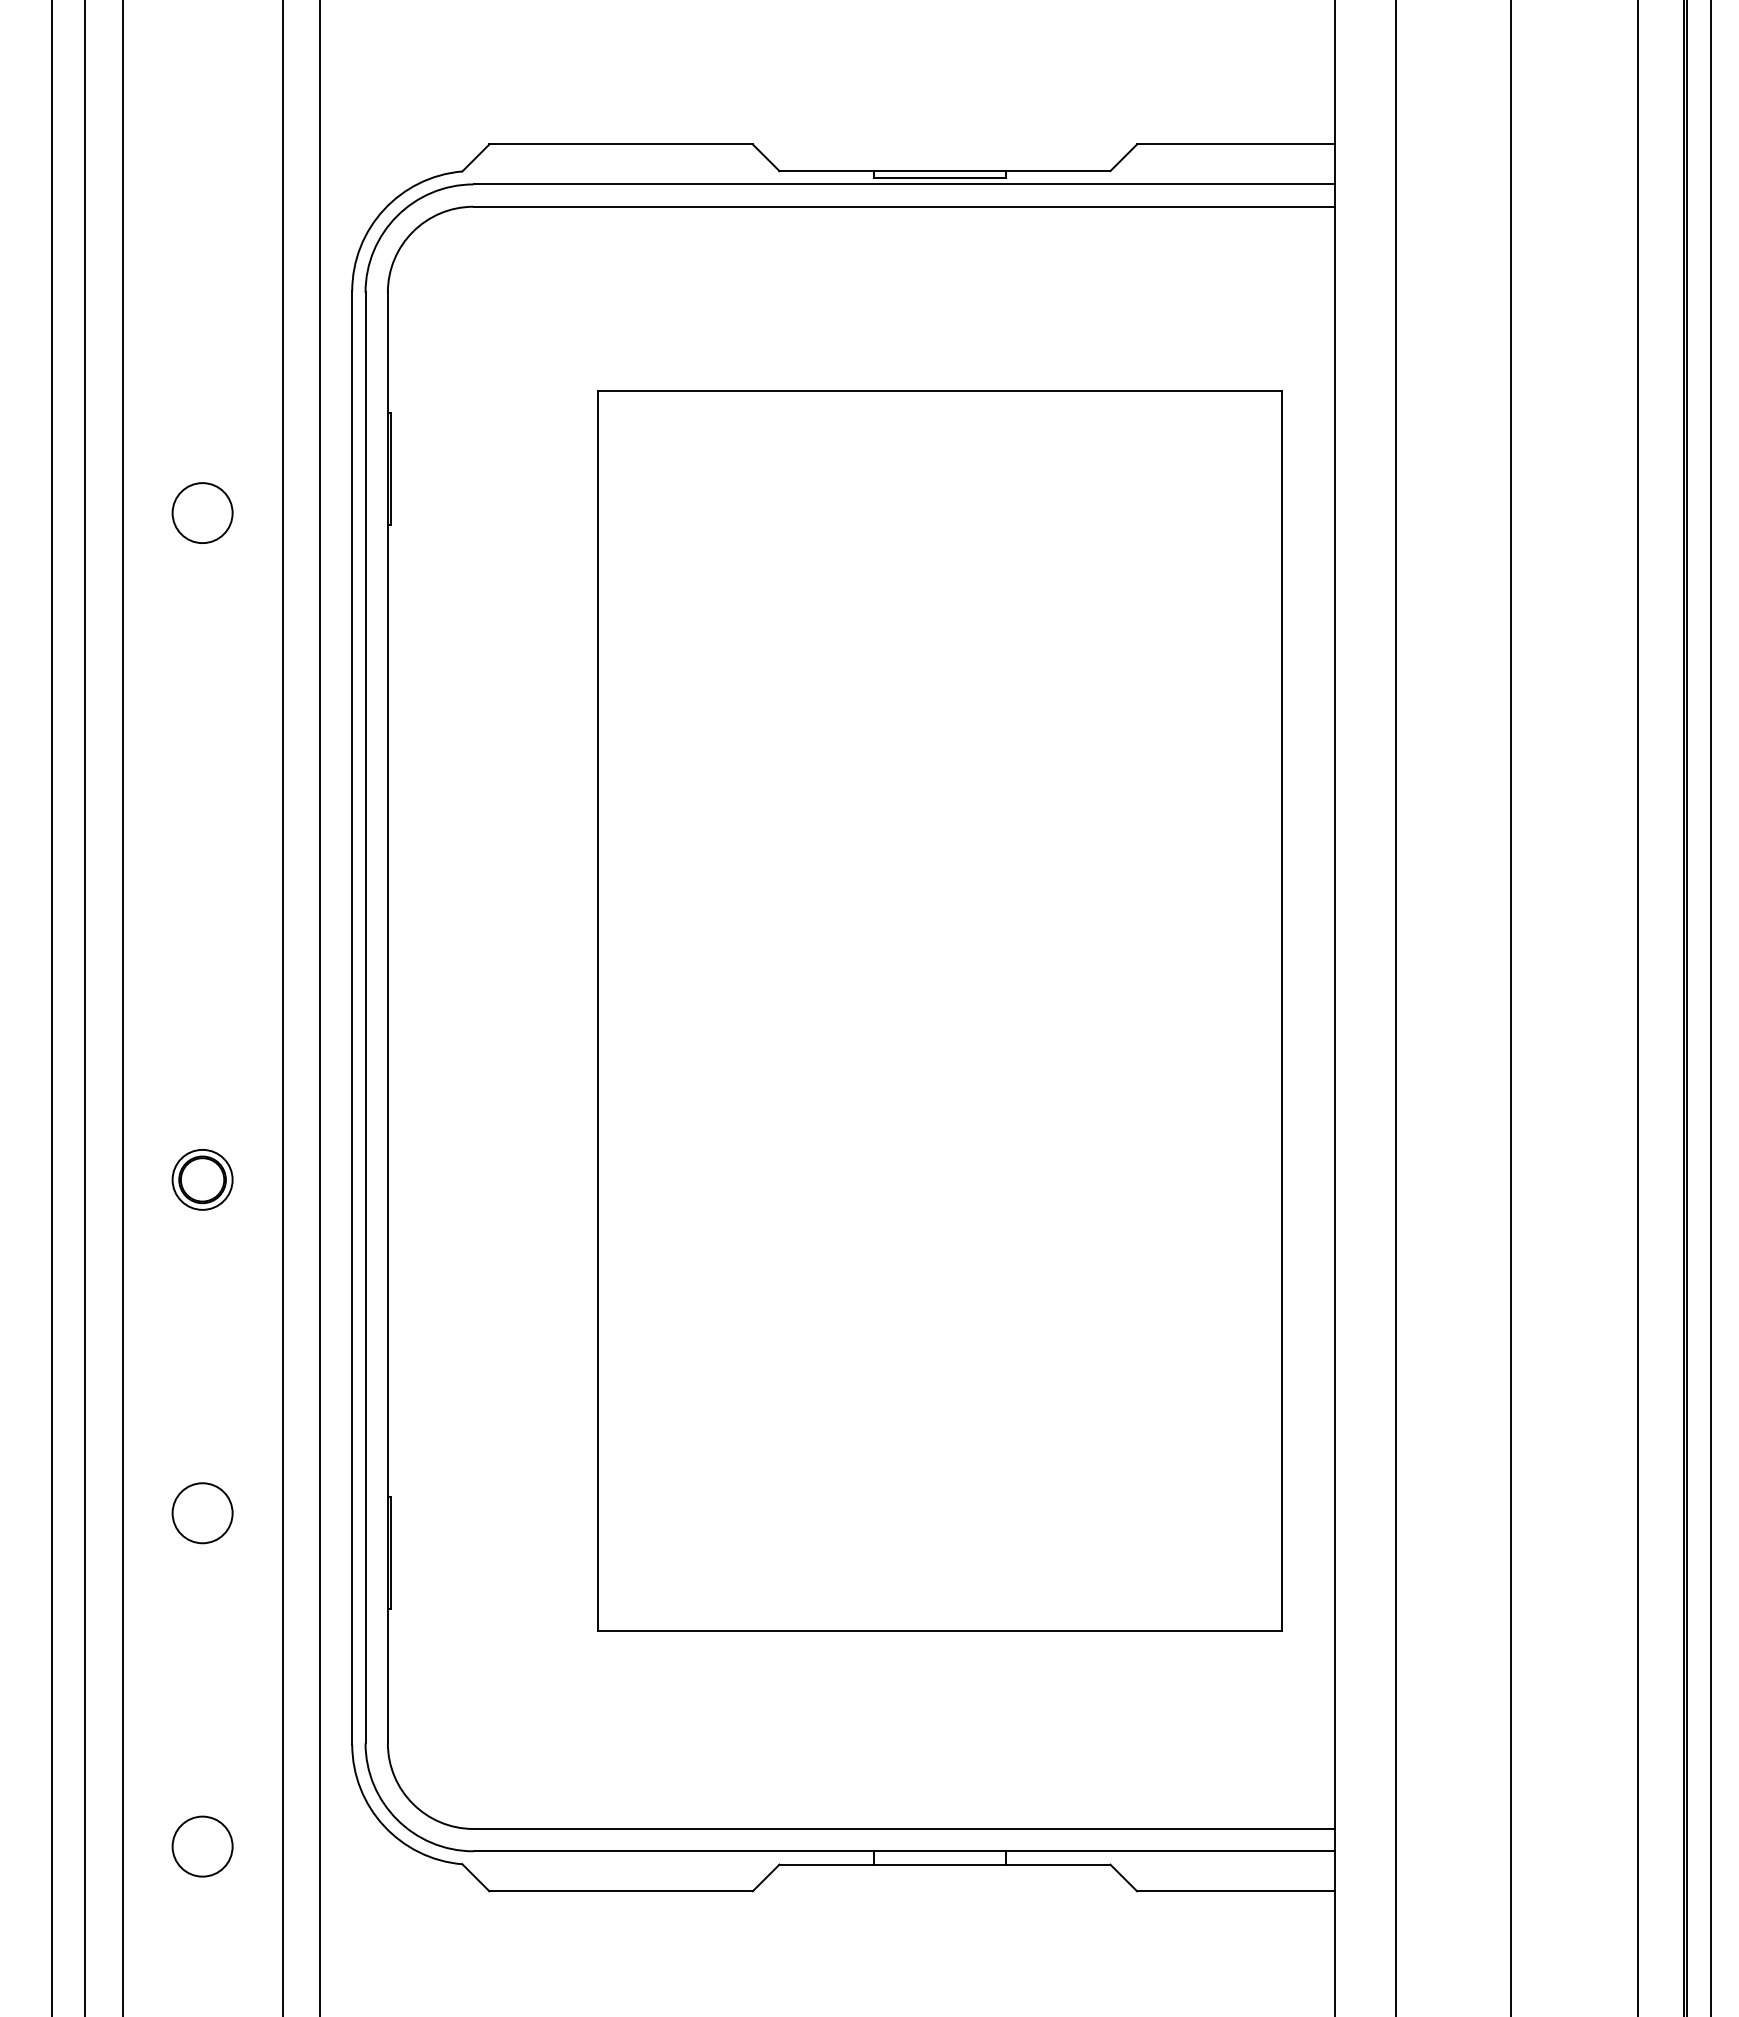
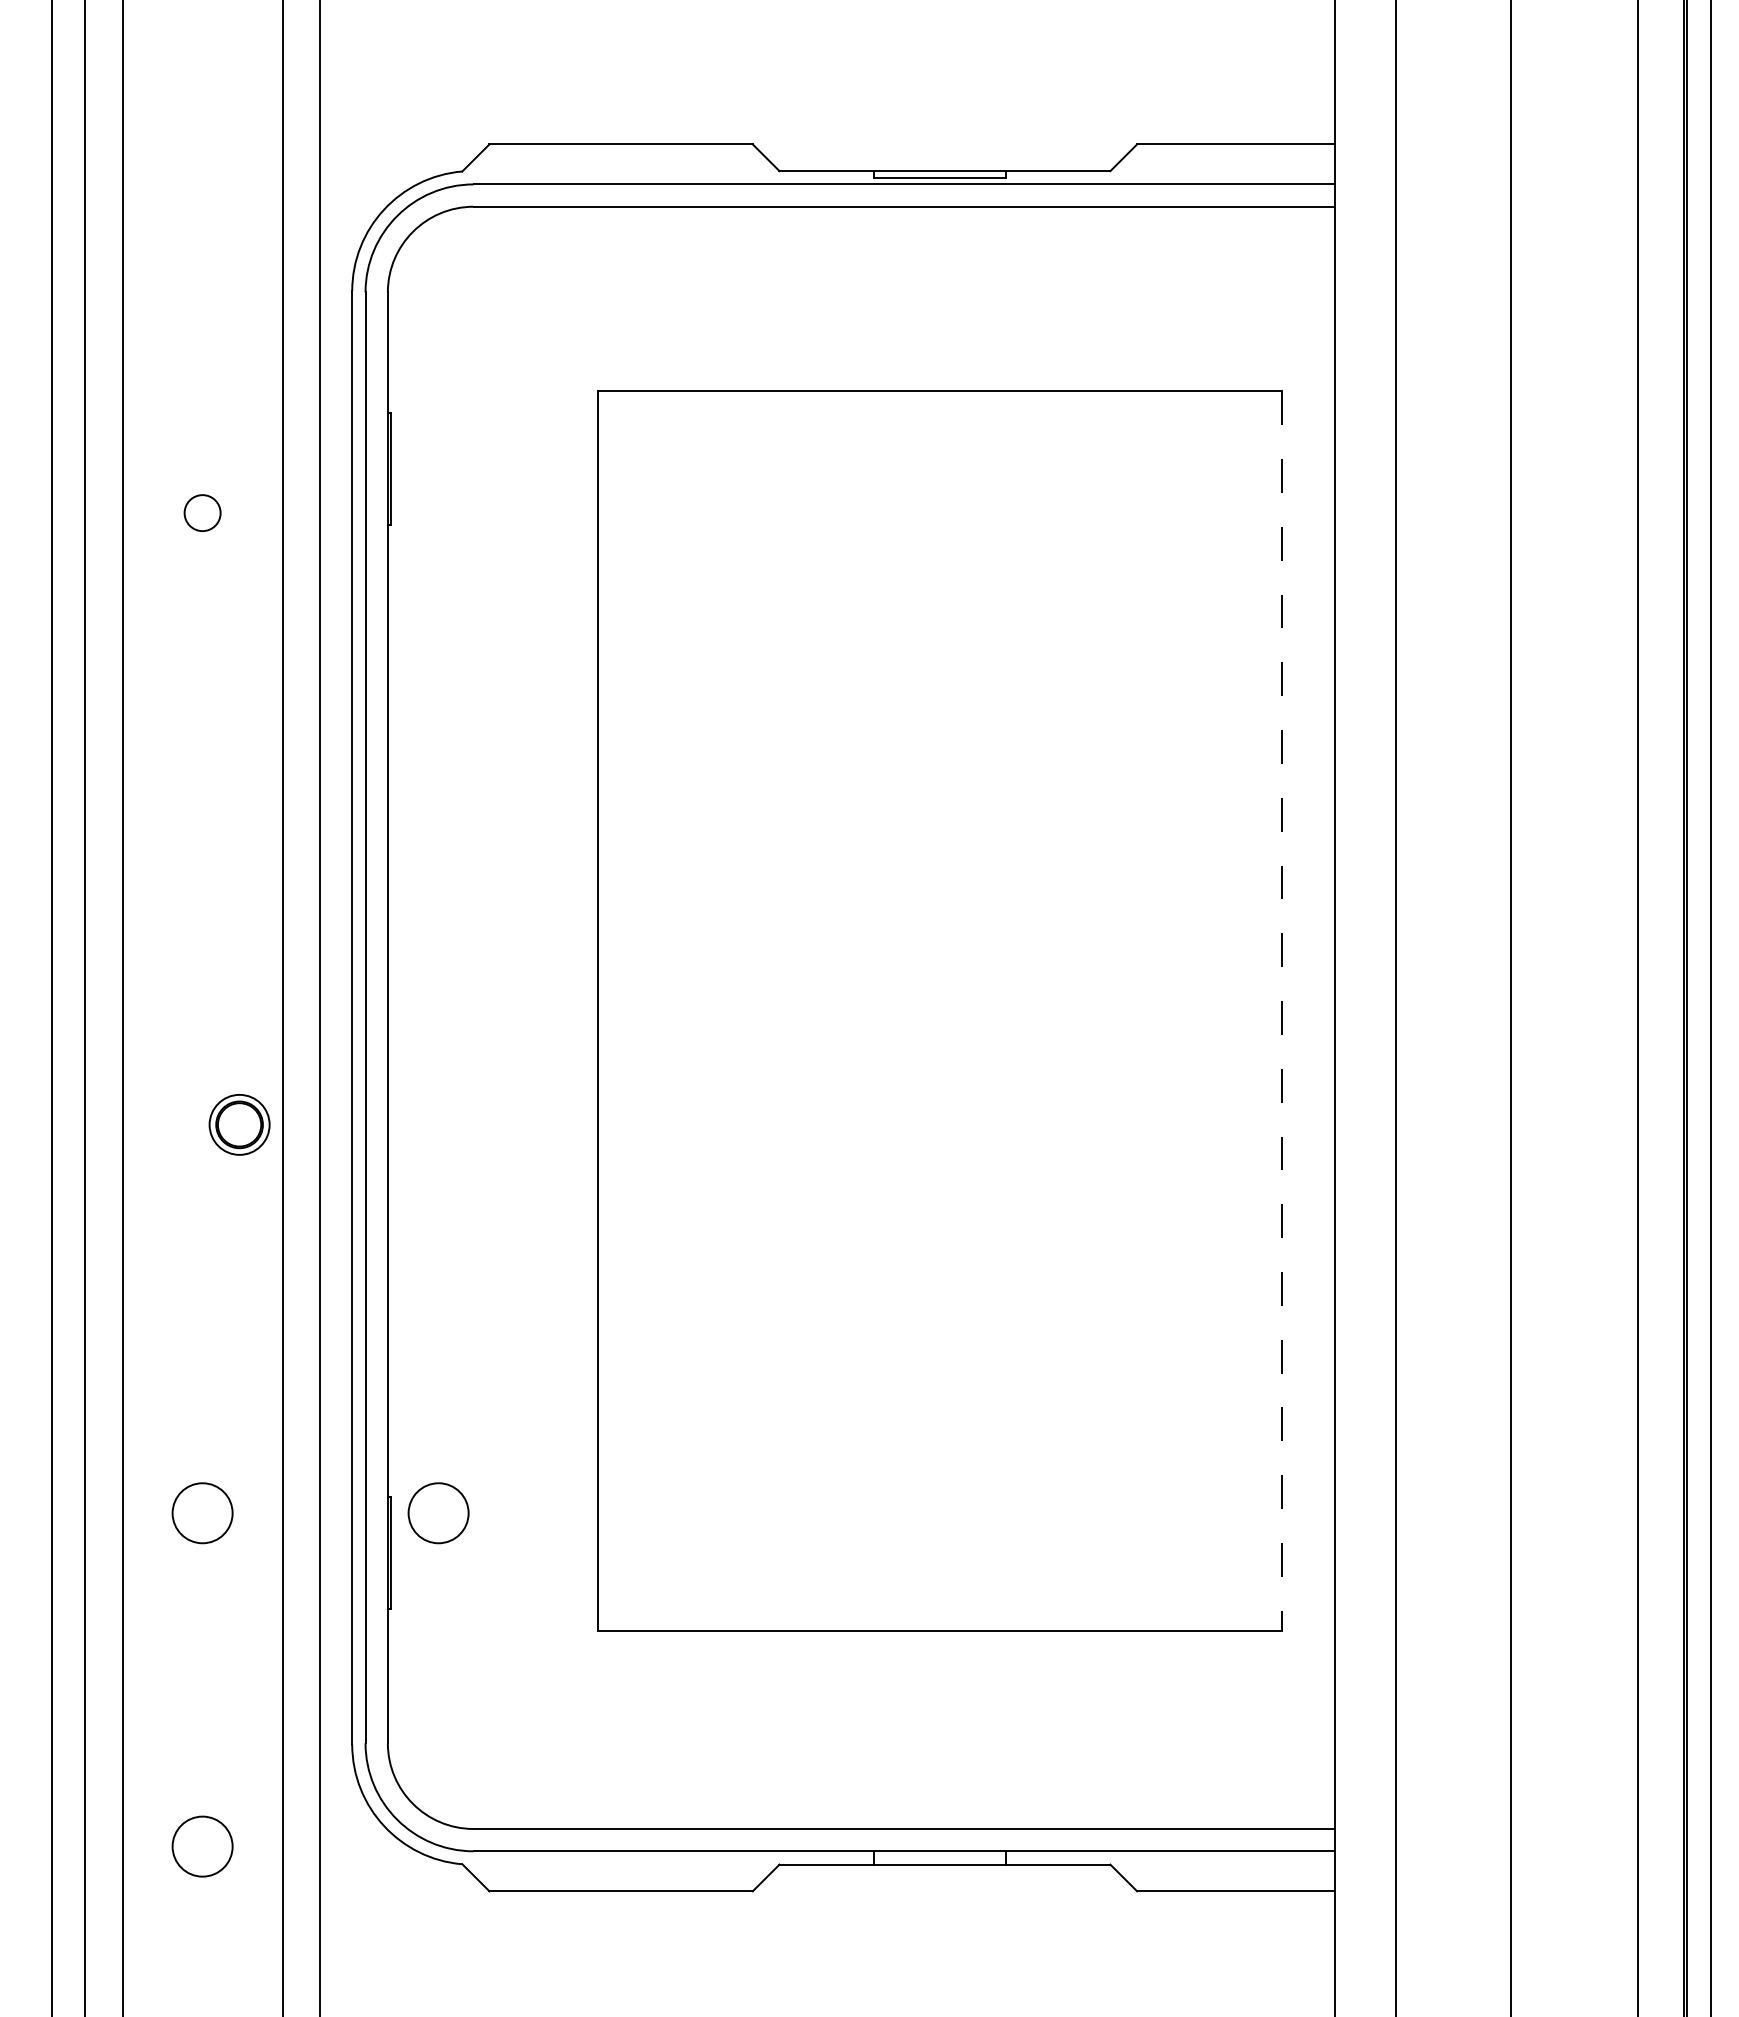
circle at (202, 513) diameter: 60 px -> 36 px
line at (1282, 1011): solid -> dashed
part at (202, 1179) position: (202, 1179) -> (239, 1124)
circle at (438, 1513): none -> present
